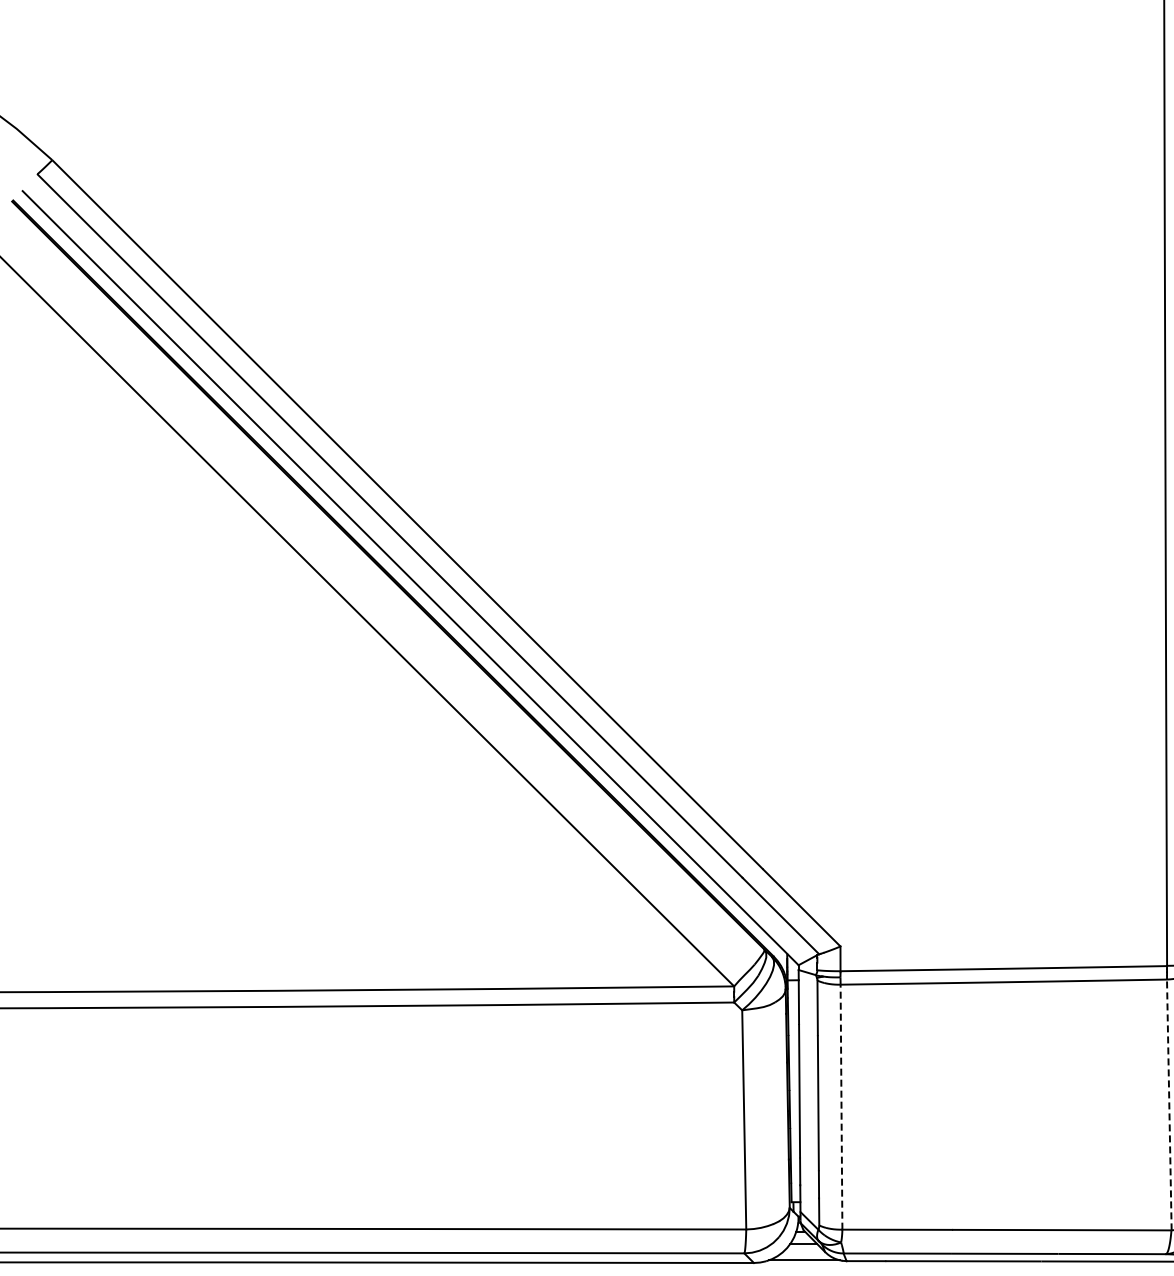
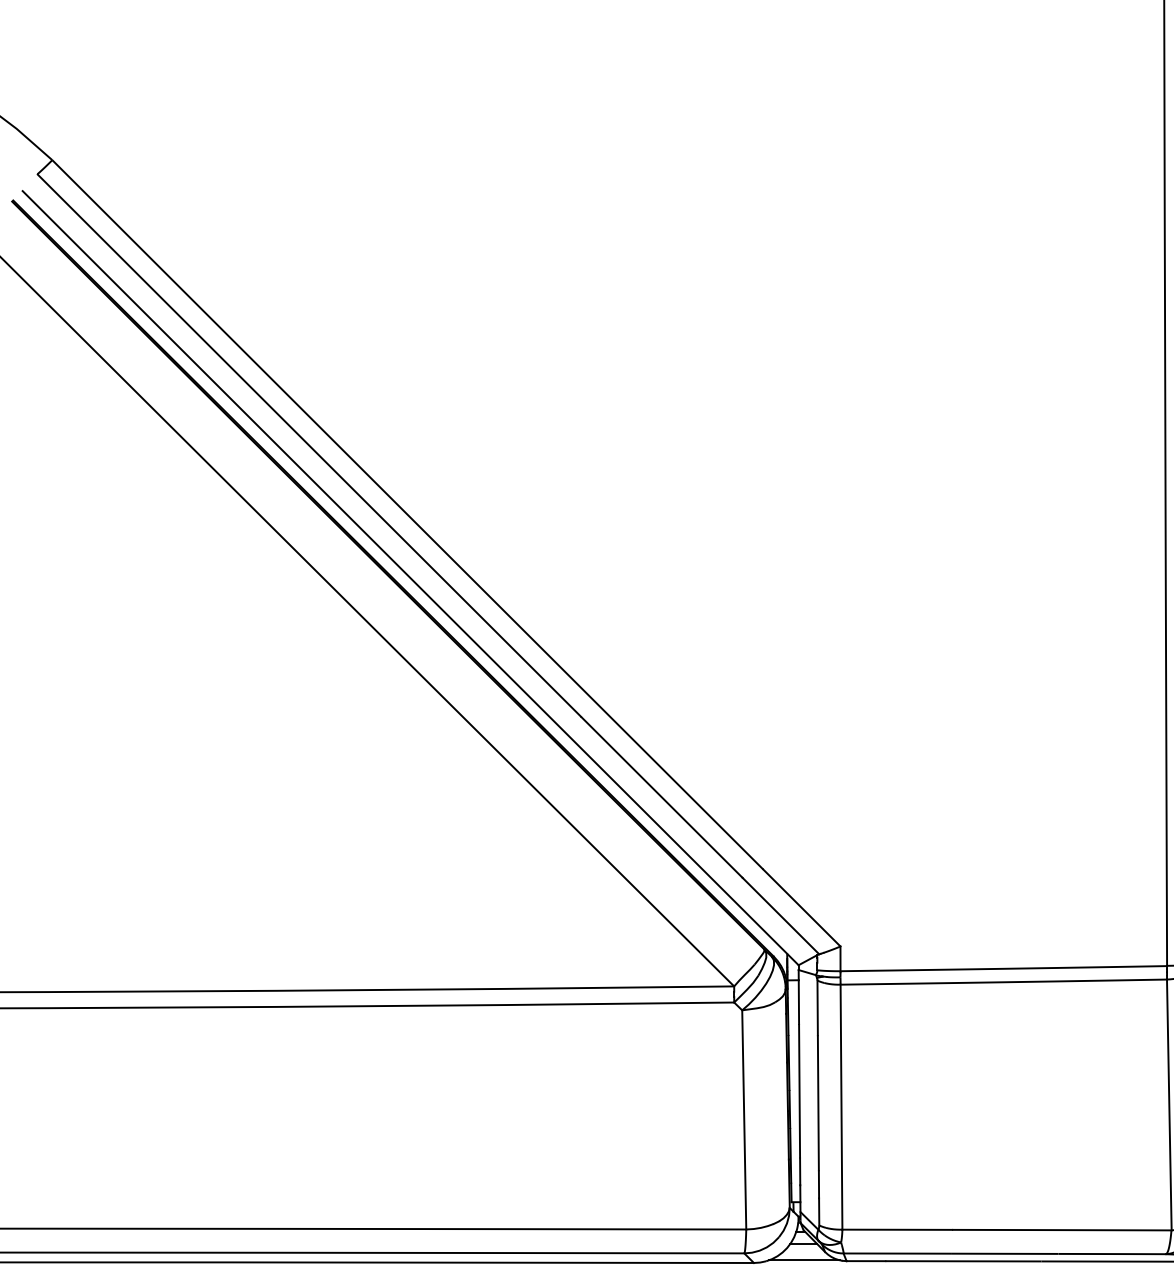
line at (1169, 1104): dashed -> solid
line at (841, 1106): dashed -> solid
